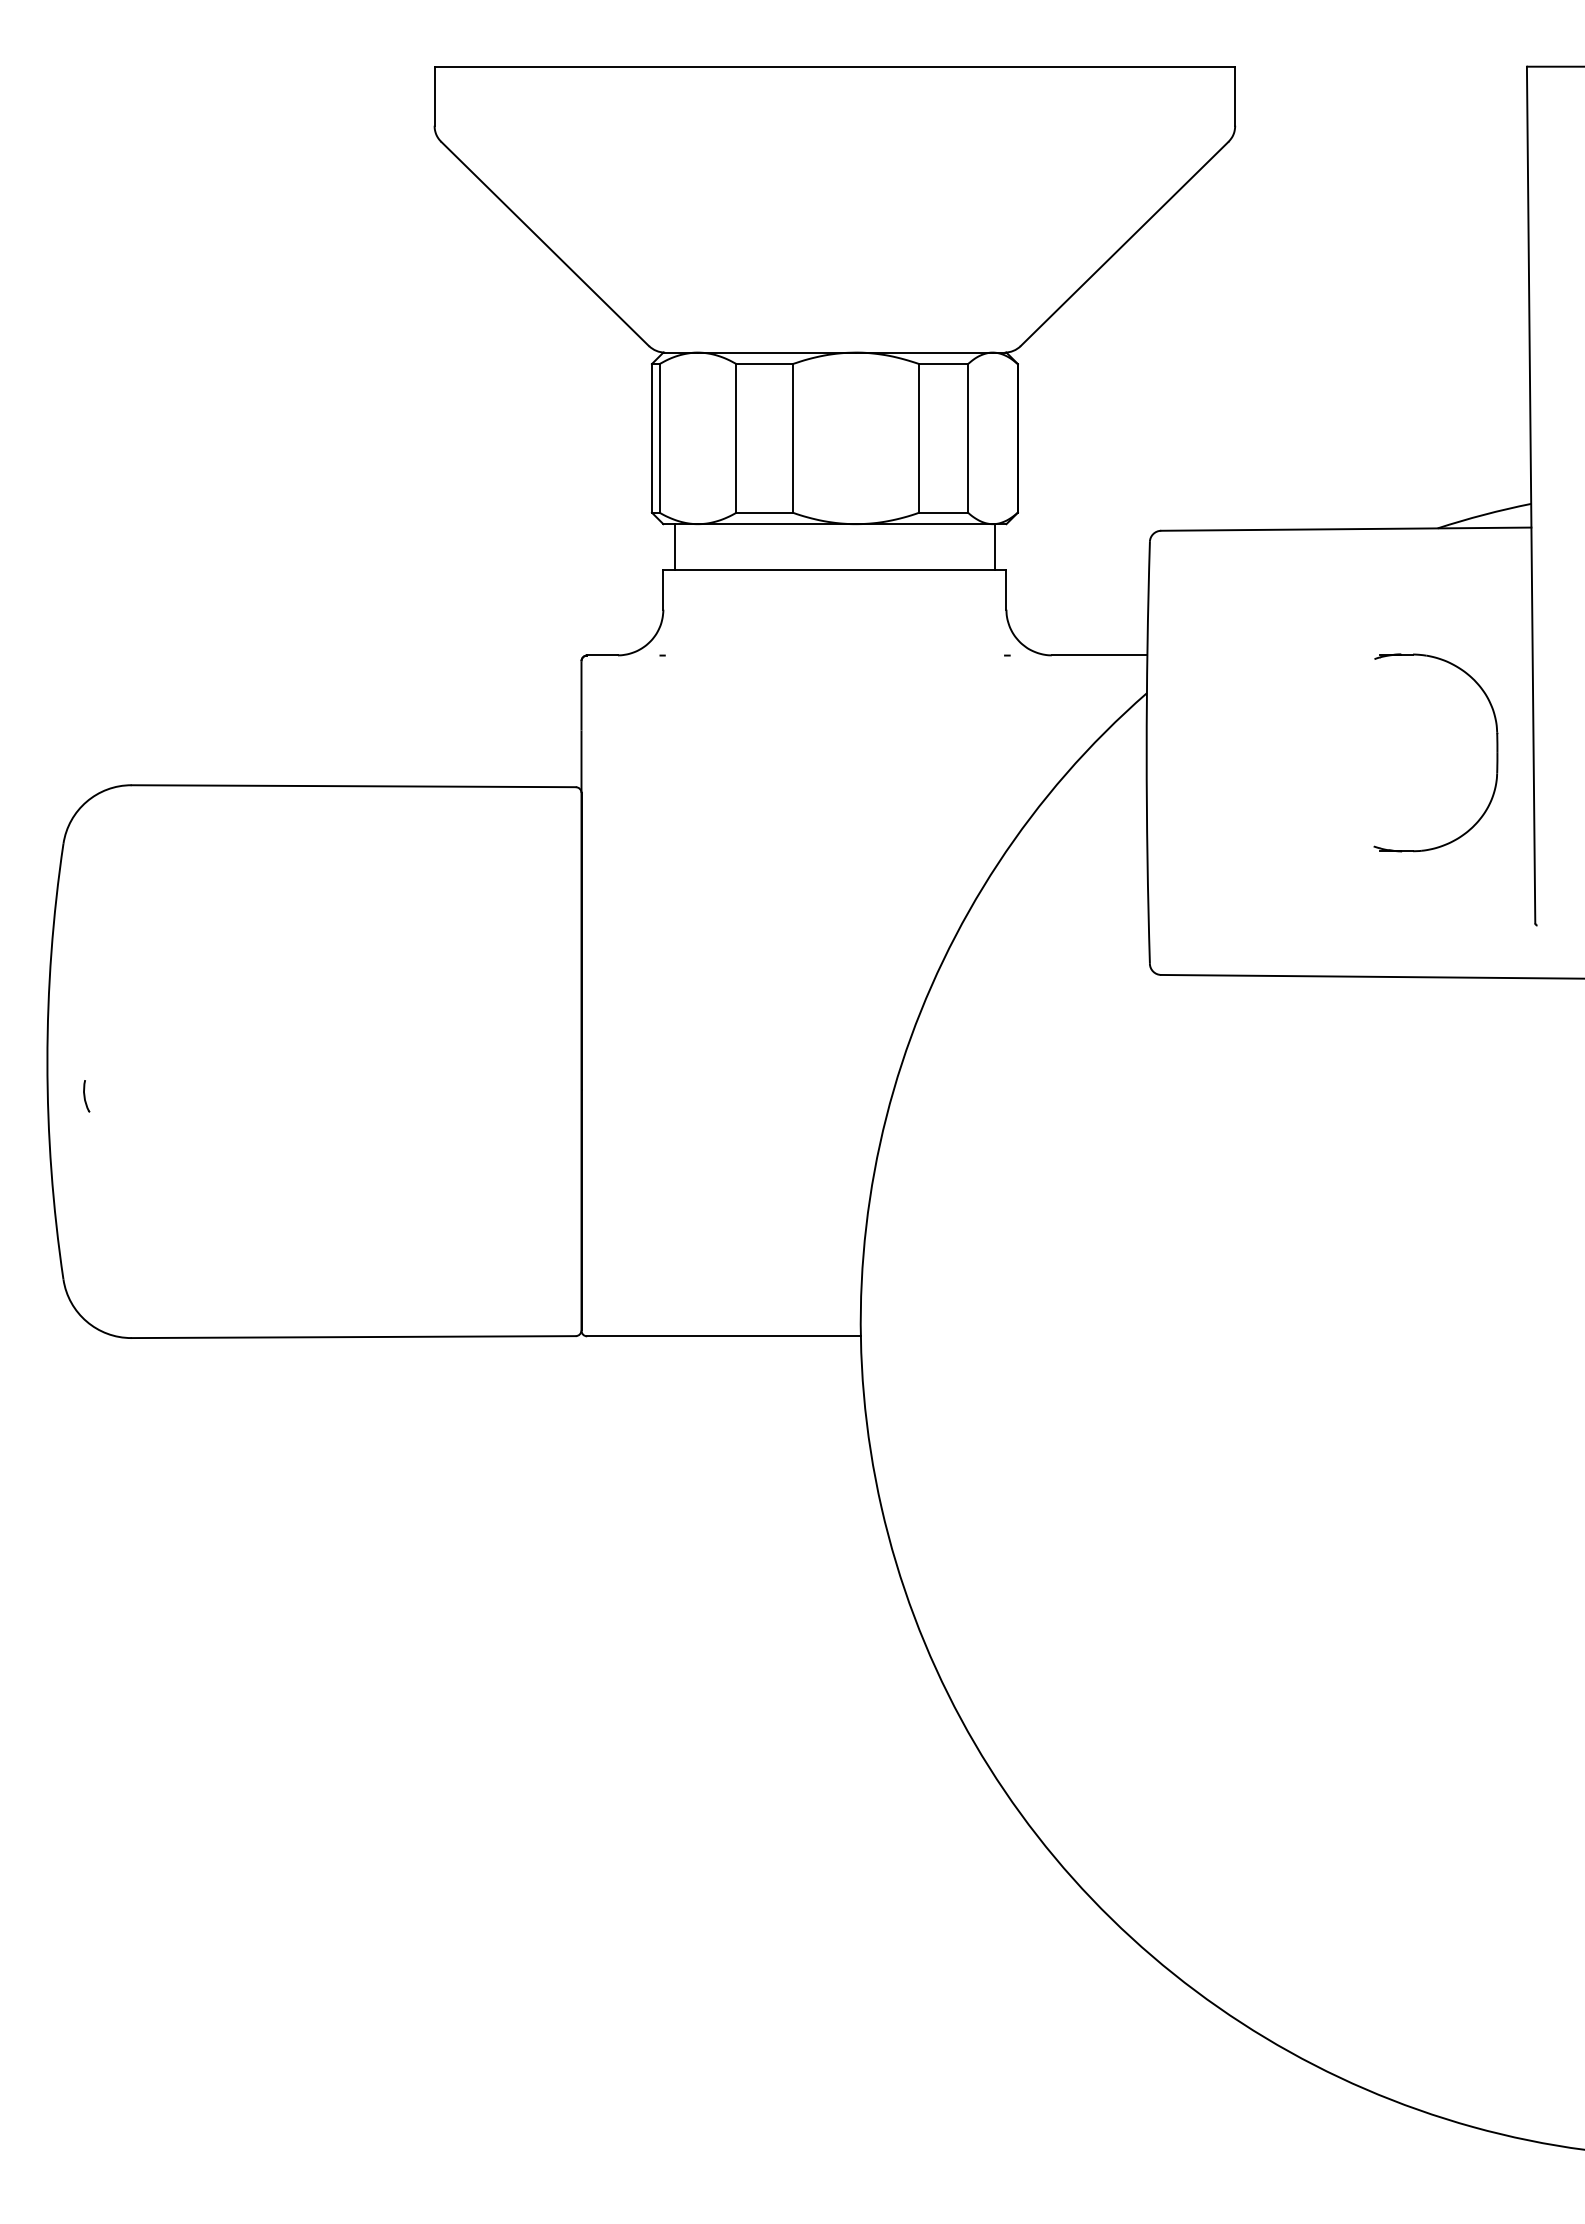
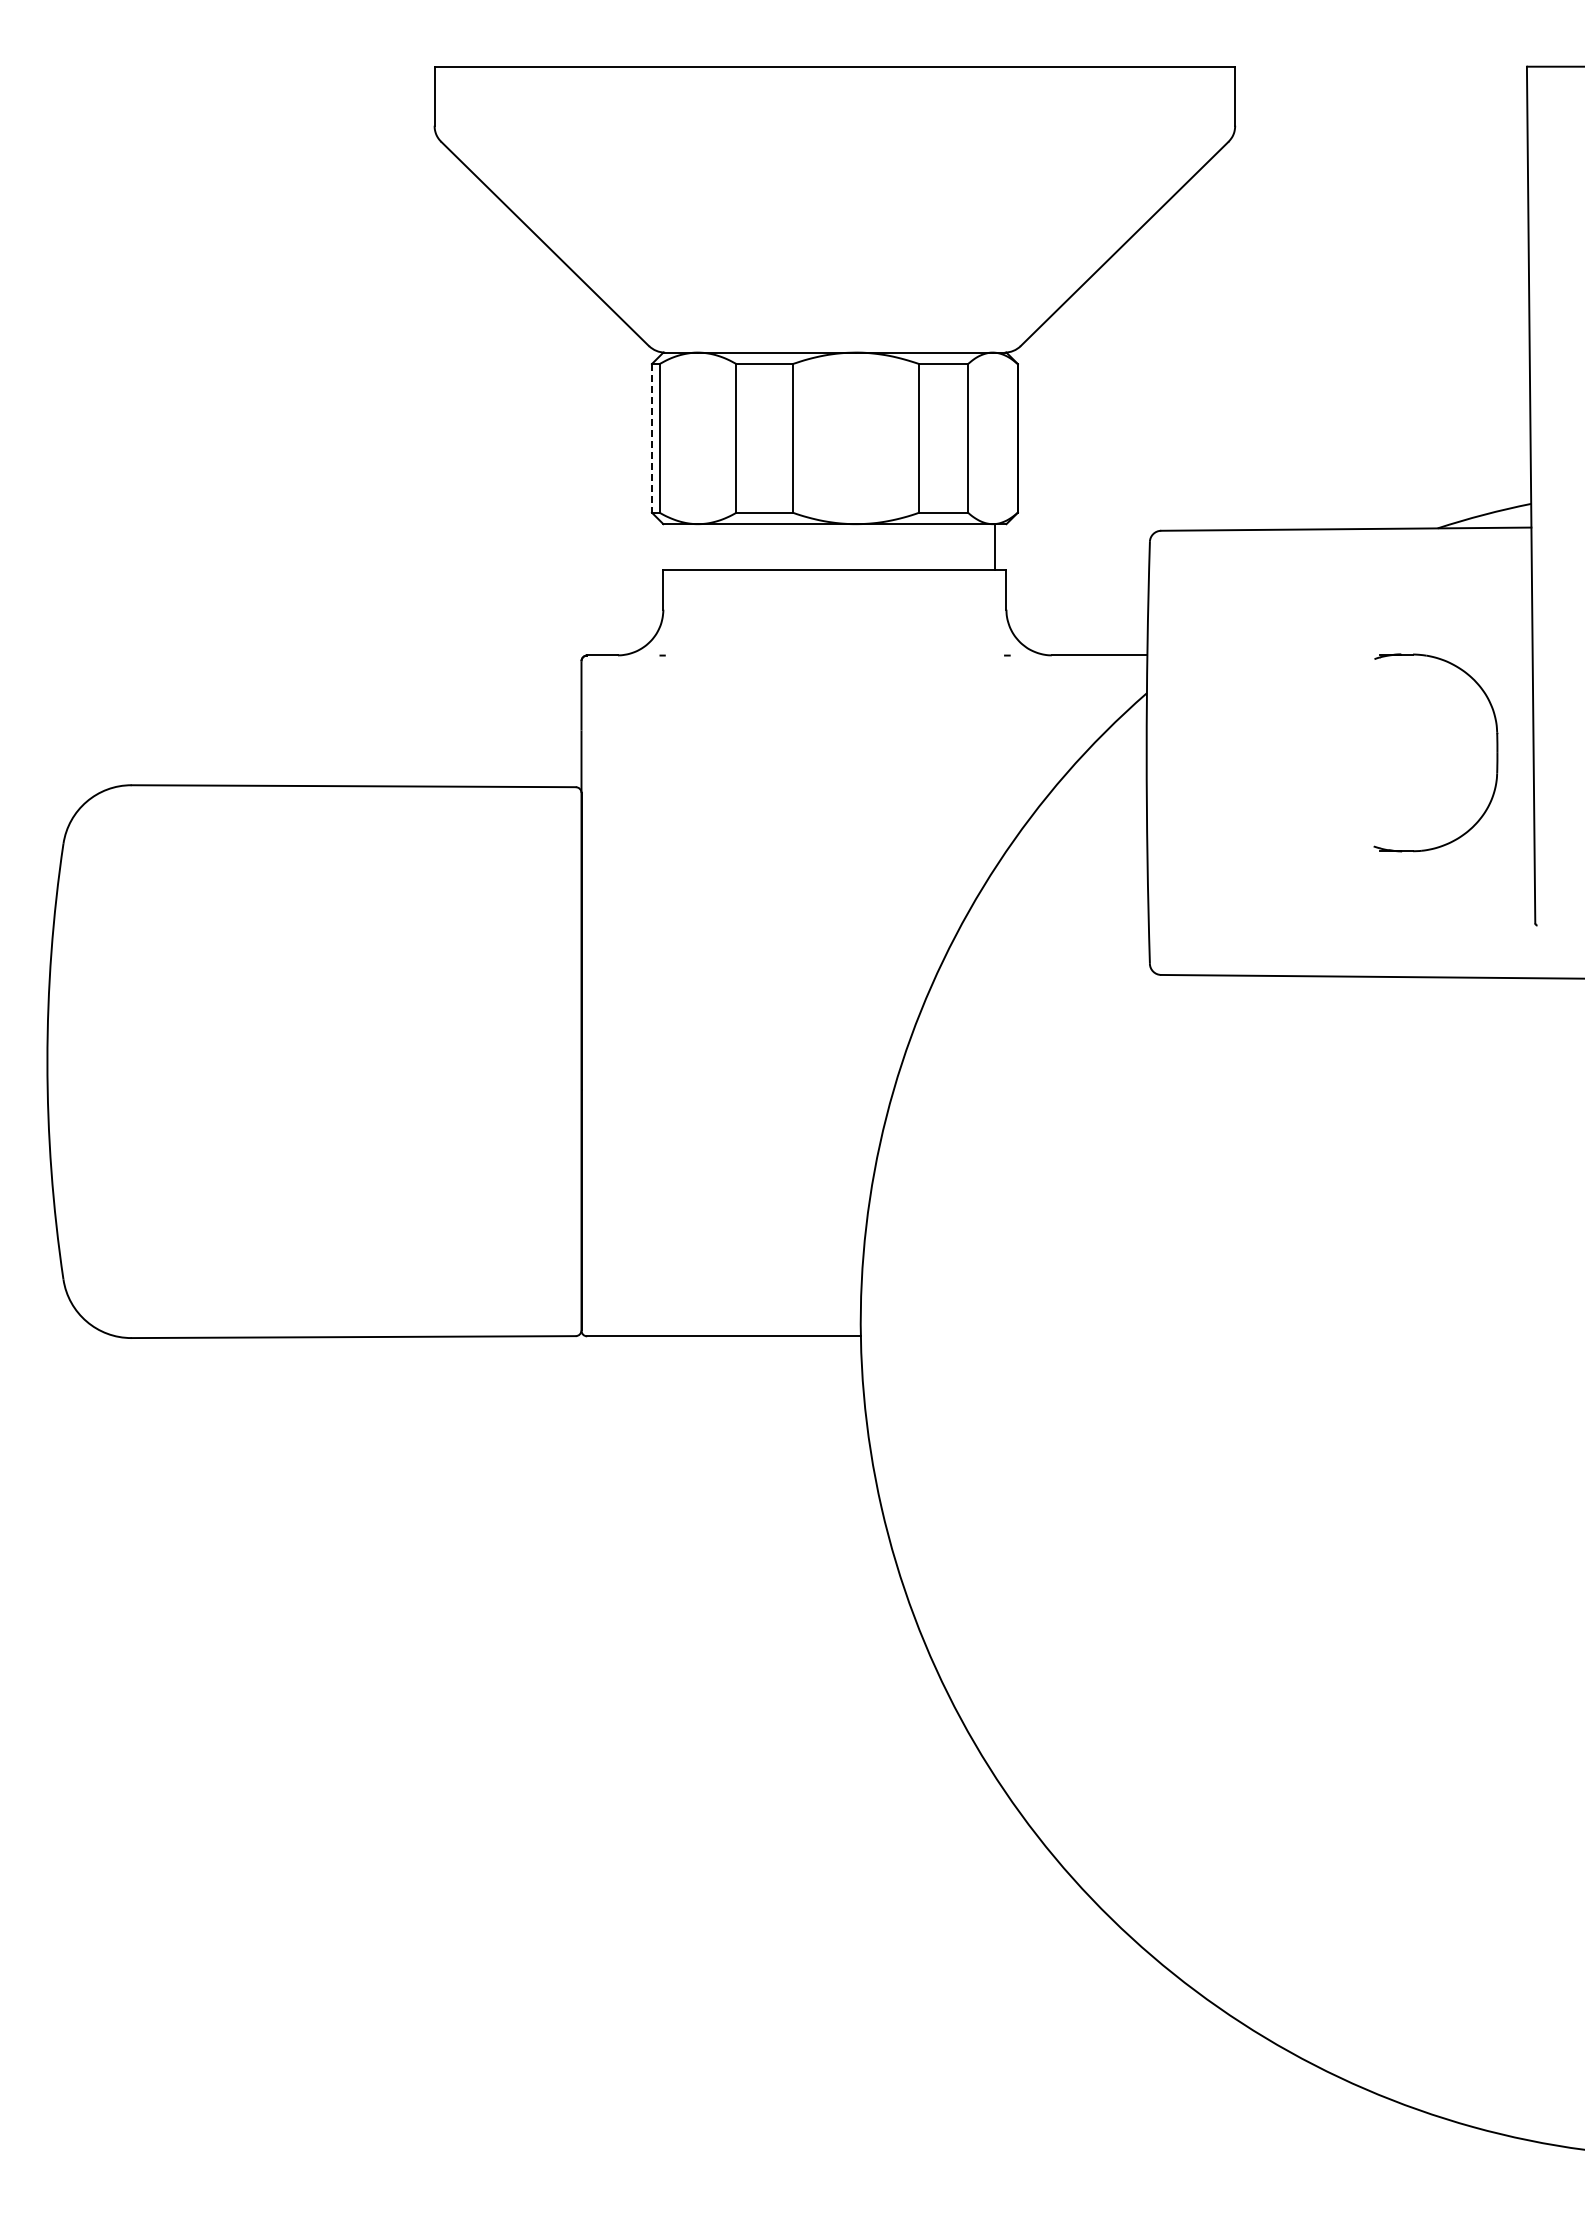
line at (651, 438): solid -> dashed
line at (675, 546): present -> none
part at (86, 1096): present -> none
